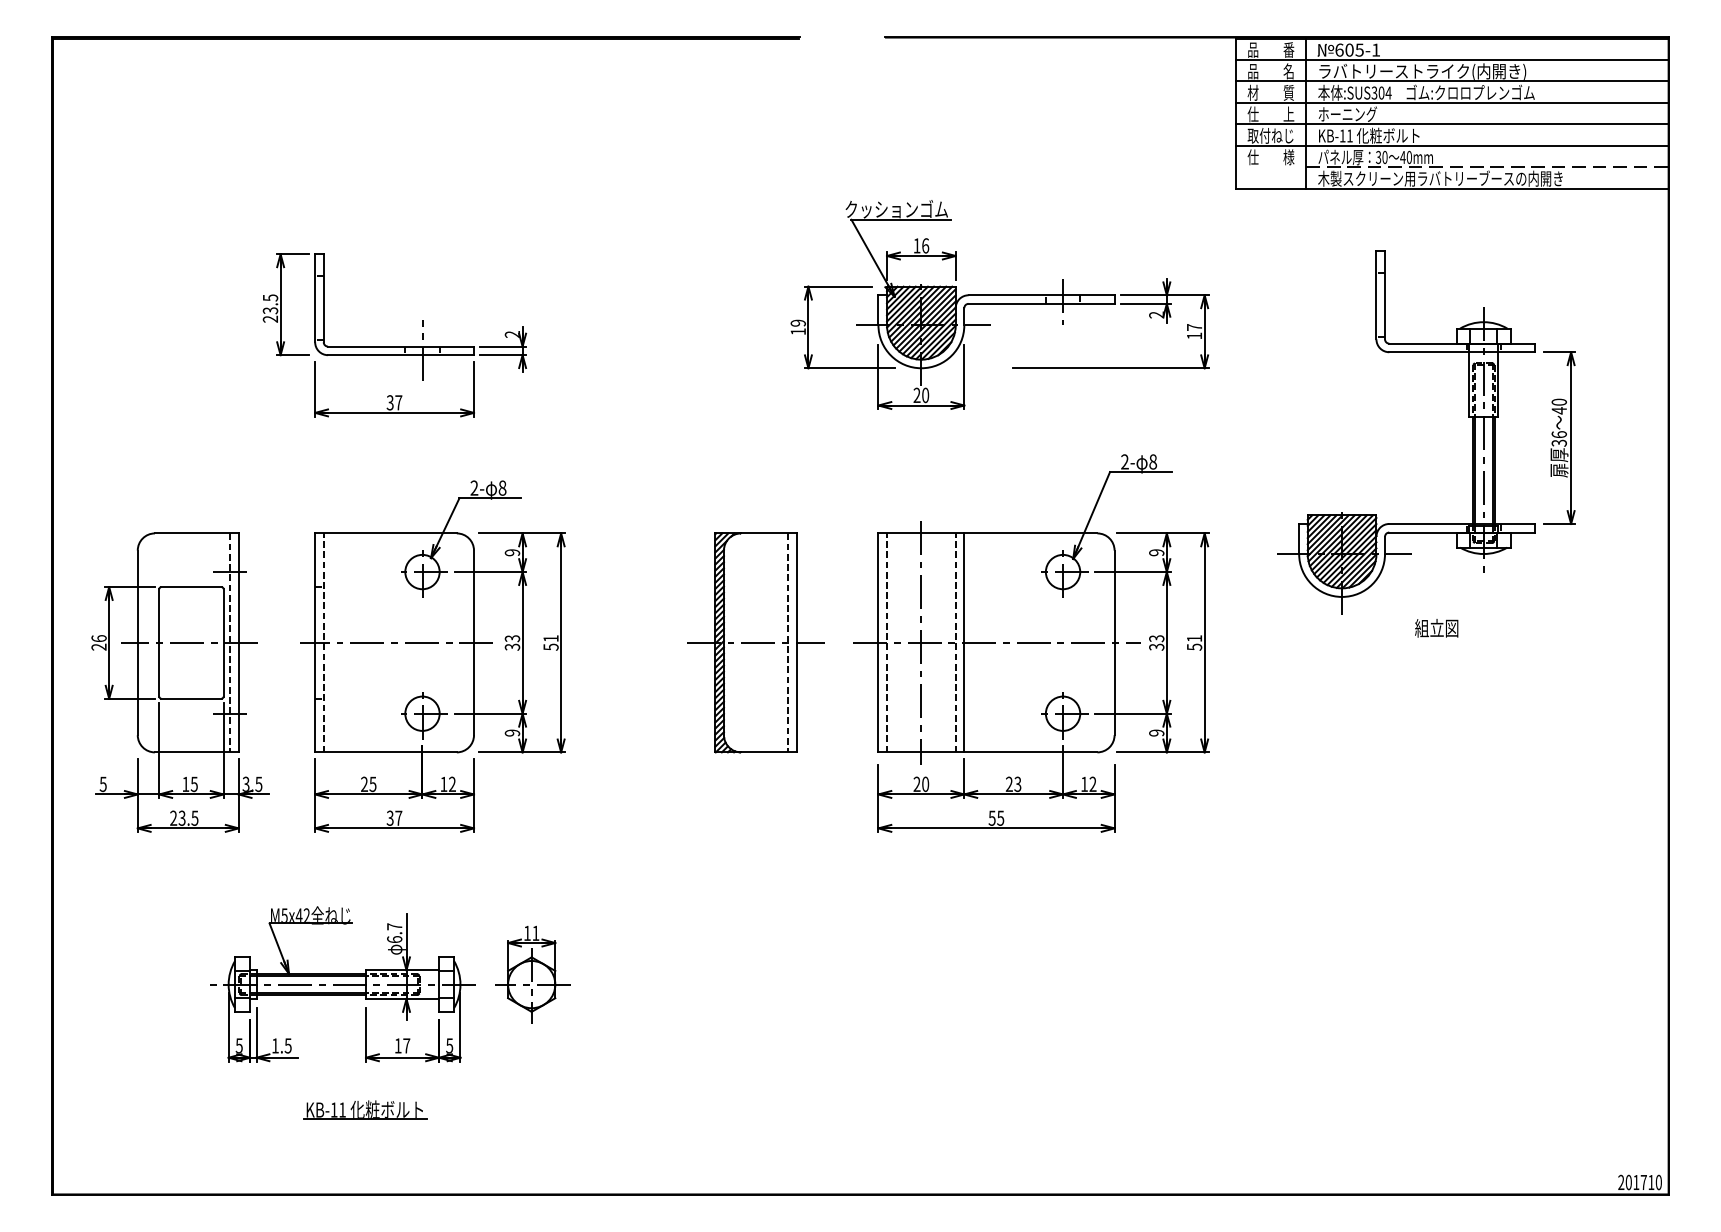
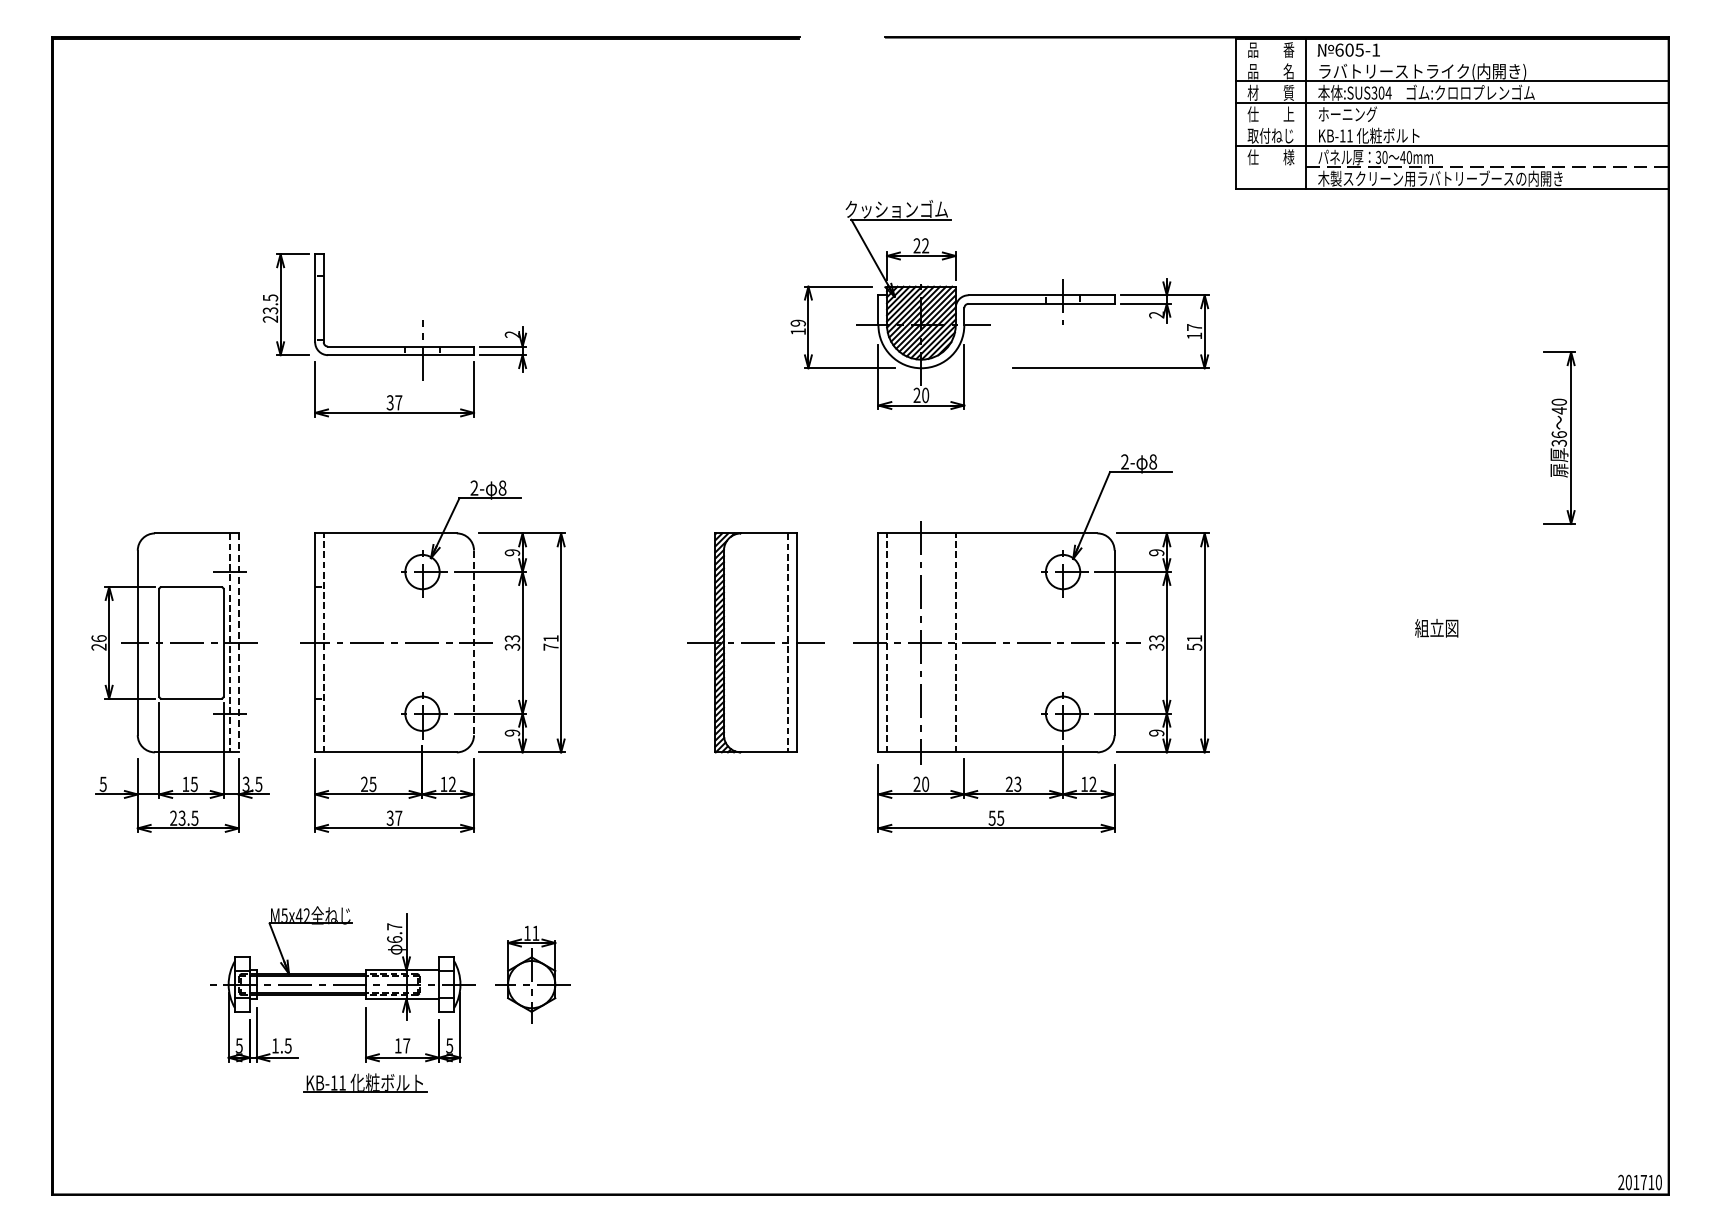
line at (1451, 60): present -> none
line at (1451, 124): present -> none
text at (921, 245): 16 -> 22
part at (1468, 417): present -> none
line at (964, 642): present -> none
line at (238, 643): solid -> dashed
line at (474, 643): solid -> dashed
text at (550, 646): 51 -> 71
part at (365, 1109) position: (365, 1109) -> (365, 1082)
